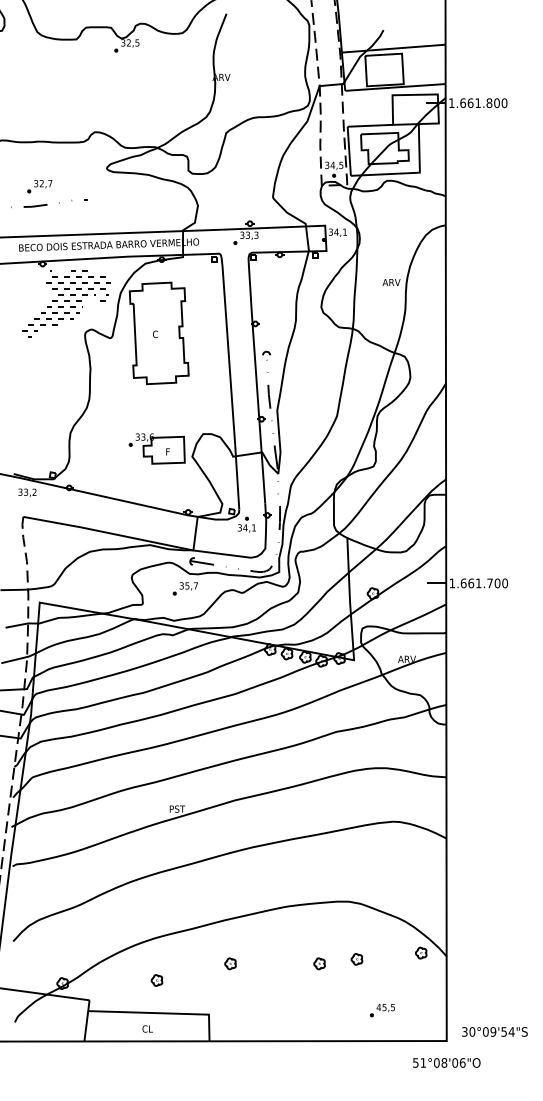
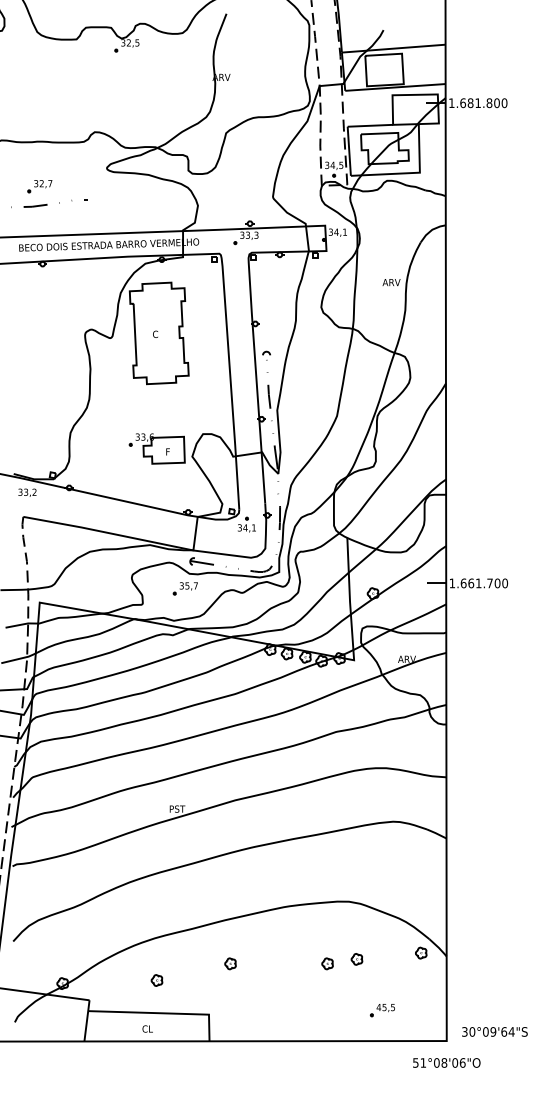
text at (470, 102): 1.661.800 -> 1.681.800
hatch at (65, 304): present -> none
part at (319, 963) position: (319, 963) -> (327, 963)
text at (504, 1031): 30°09'54"S -> 30°09'64"S
